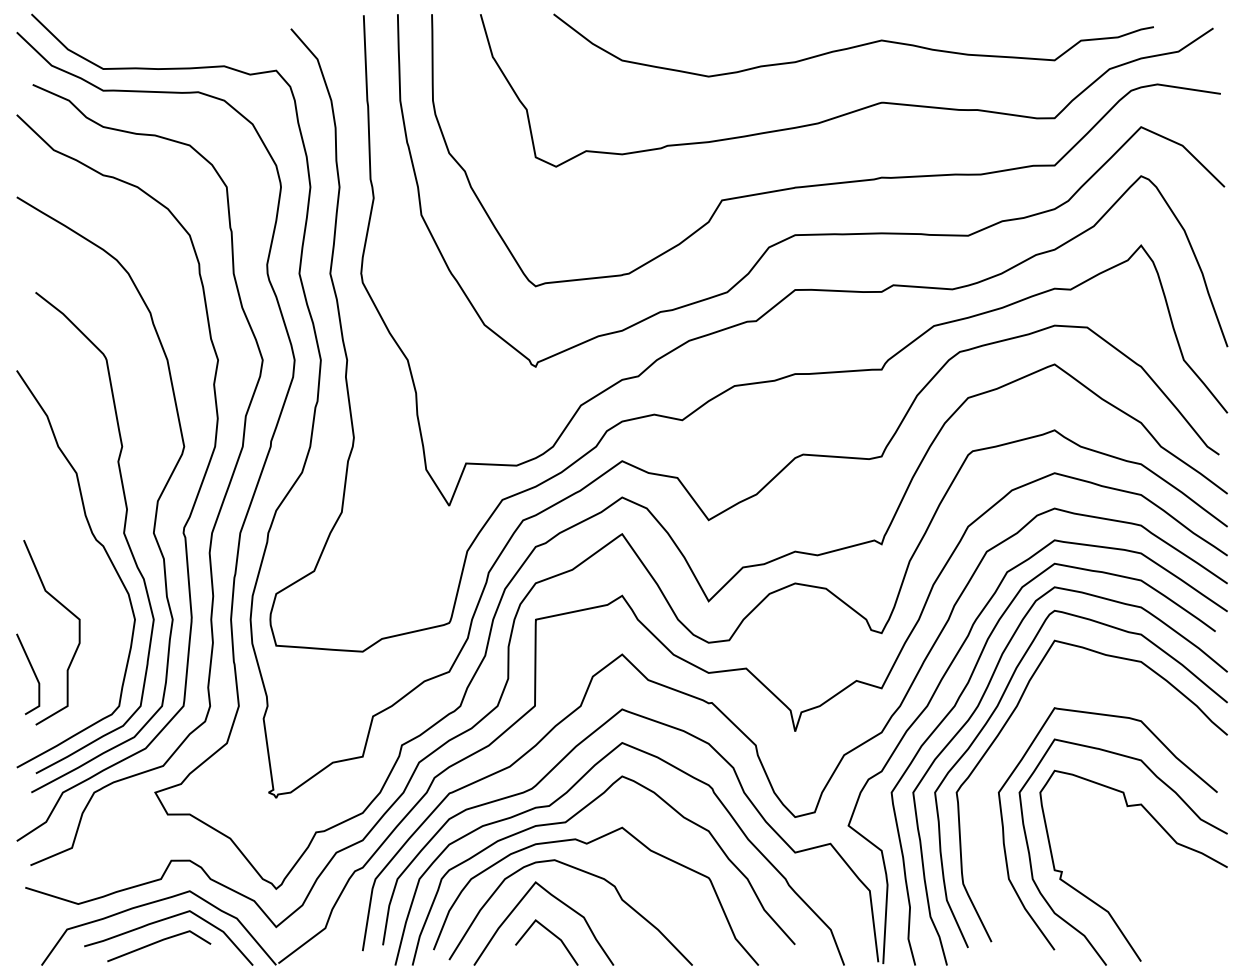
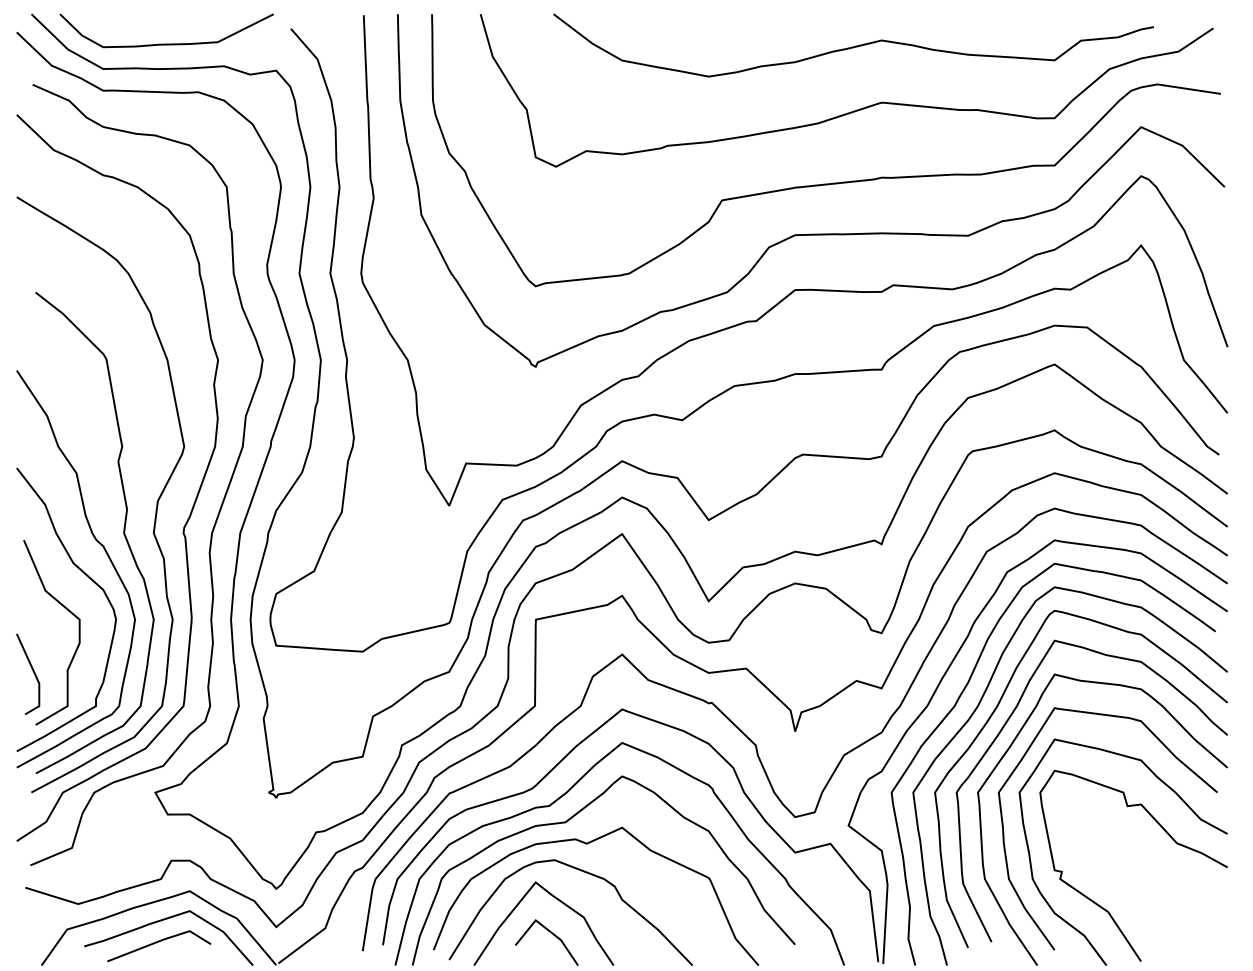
curve at (166, 43): none -> present
curve at (93, 582): none -> present
curve at (1007, 752): none -> present
